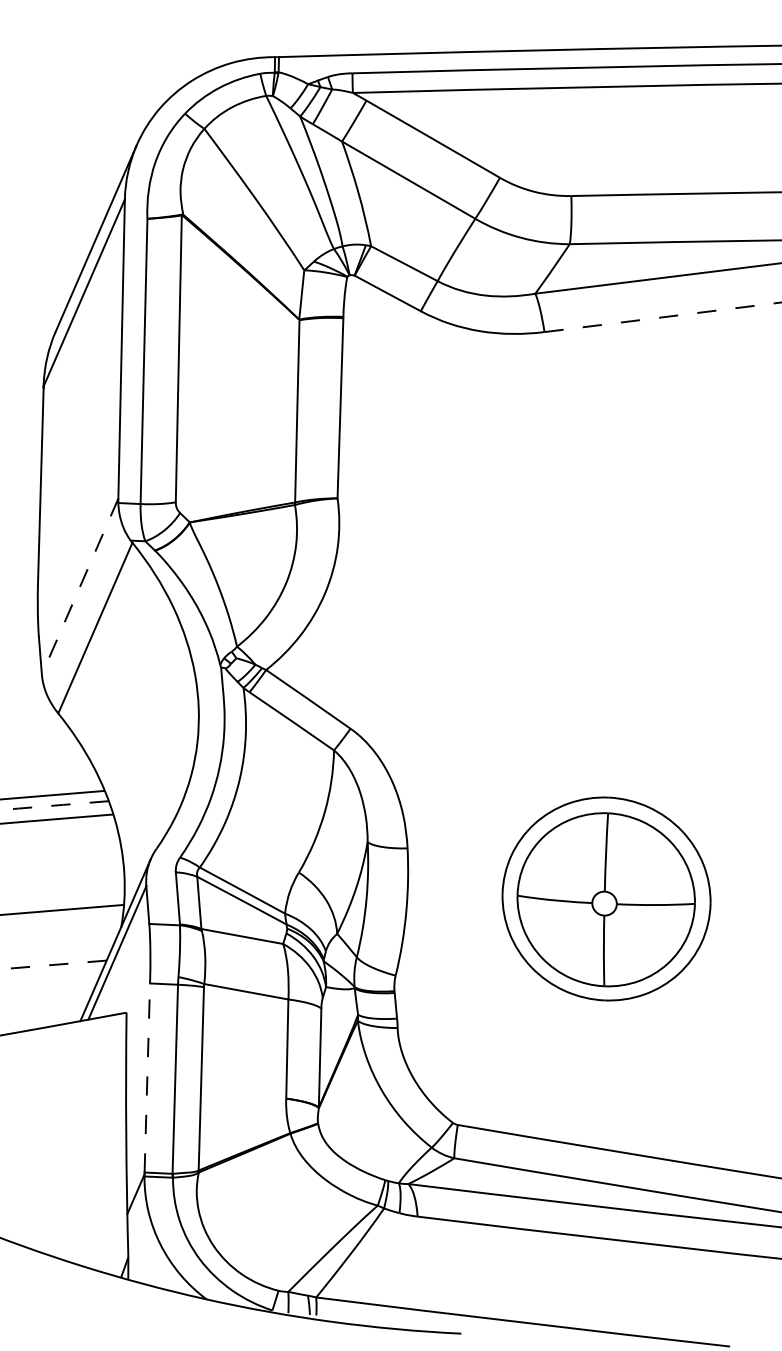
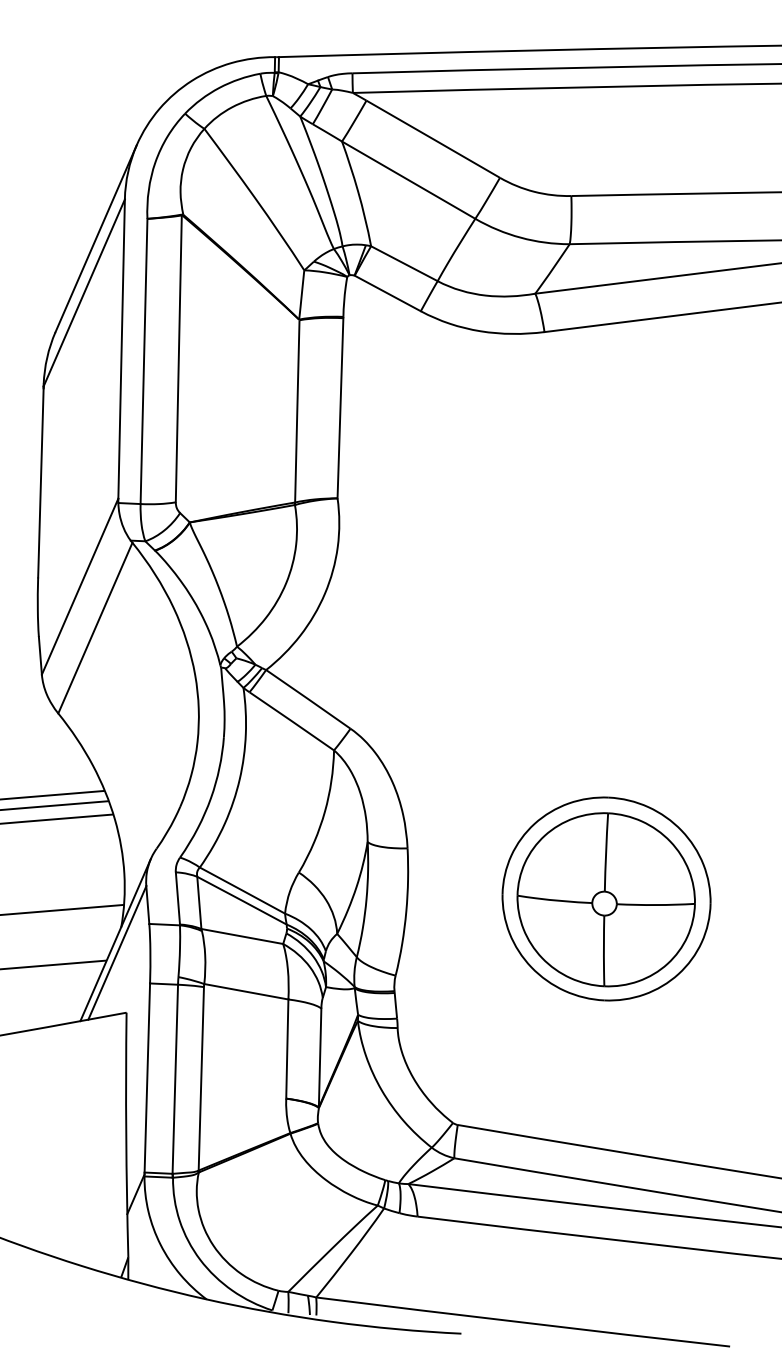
line at (663, 317): dashed -> solid
line at (80, 586): dashed -> solid
arc at (54, 805): dashed -> solid
arc at (52, 965): dashed -> solid
line at (147, 1077): dashed -> solid
